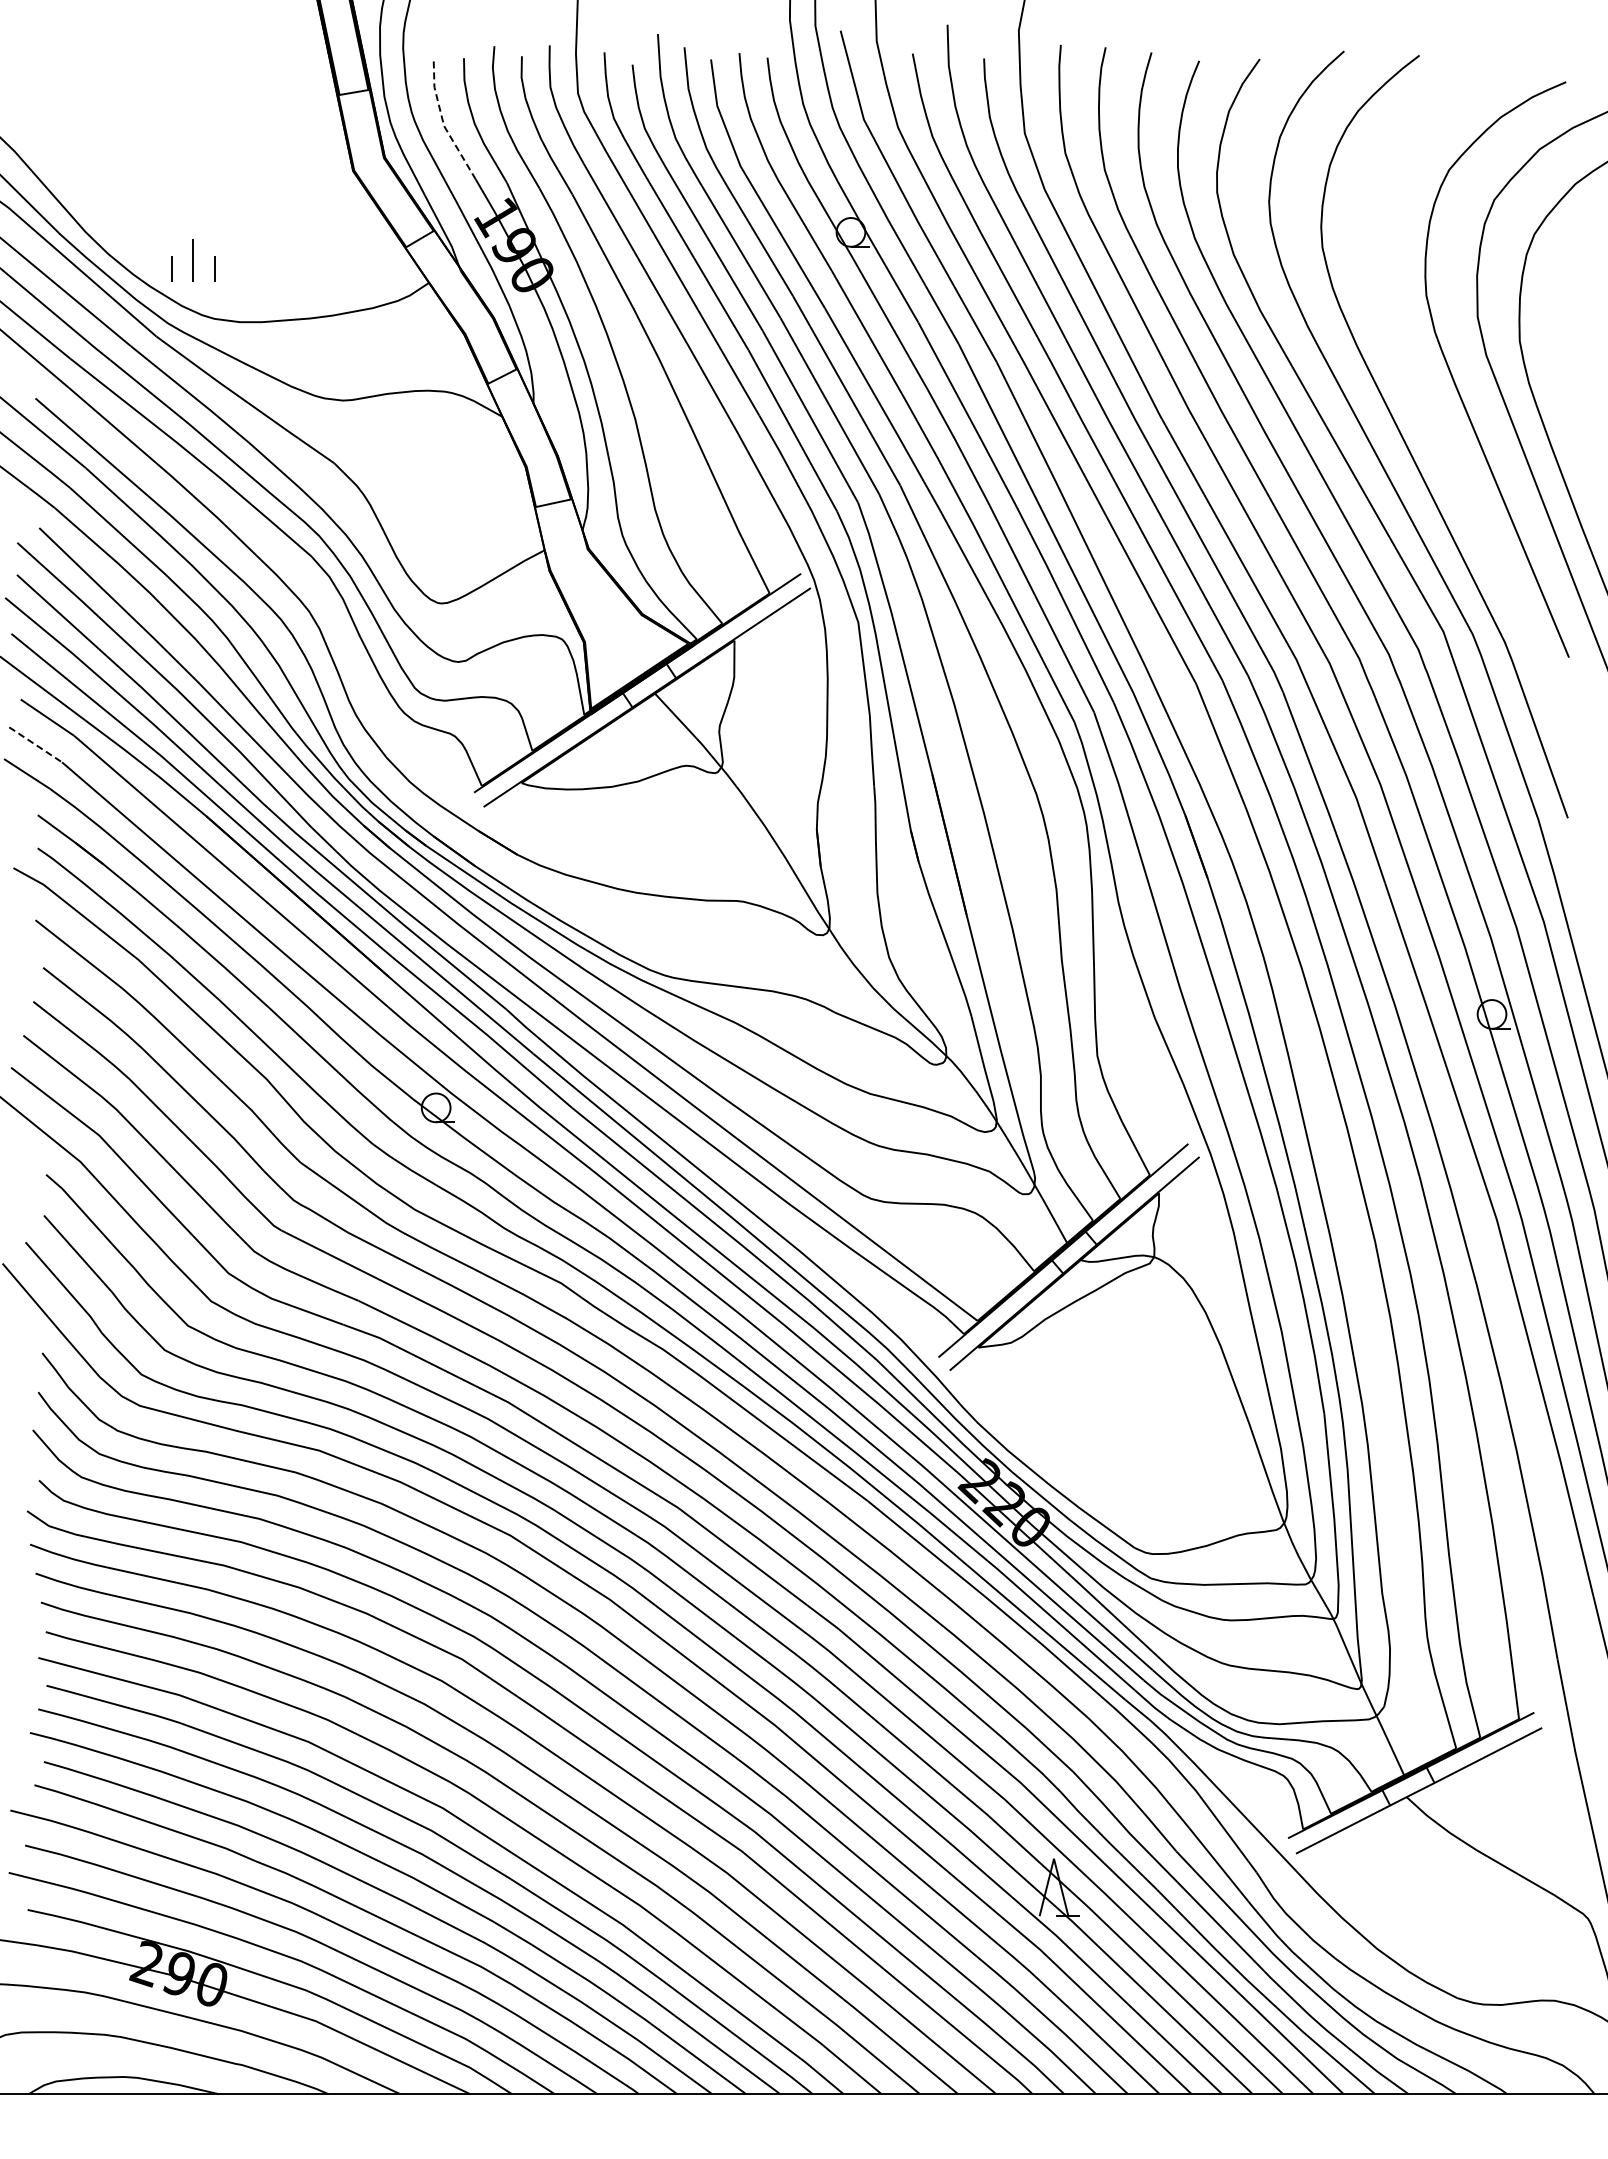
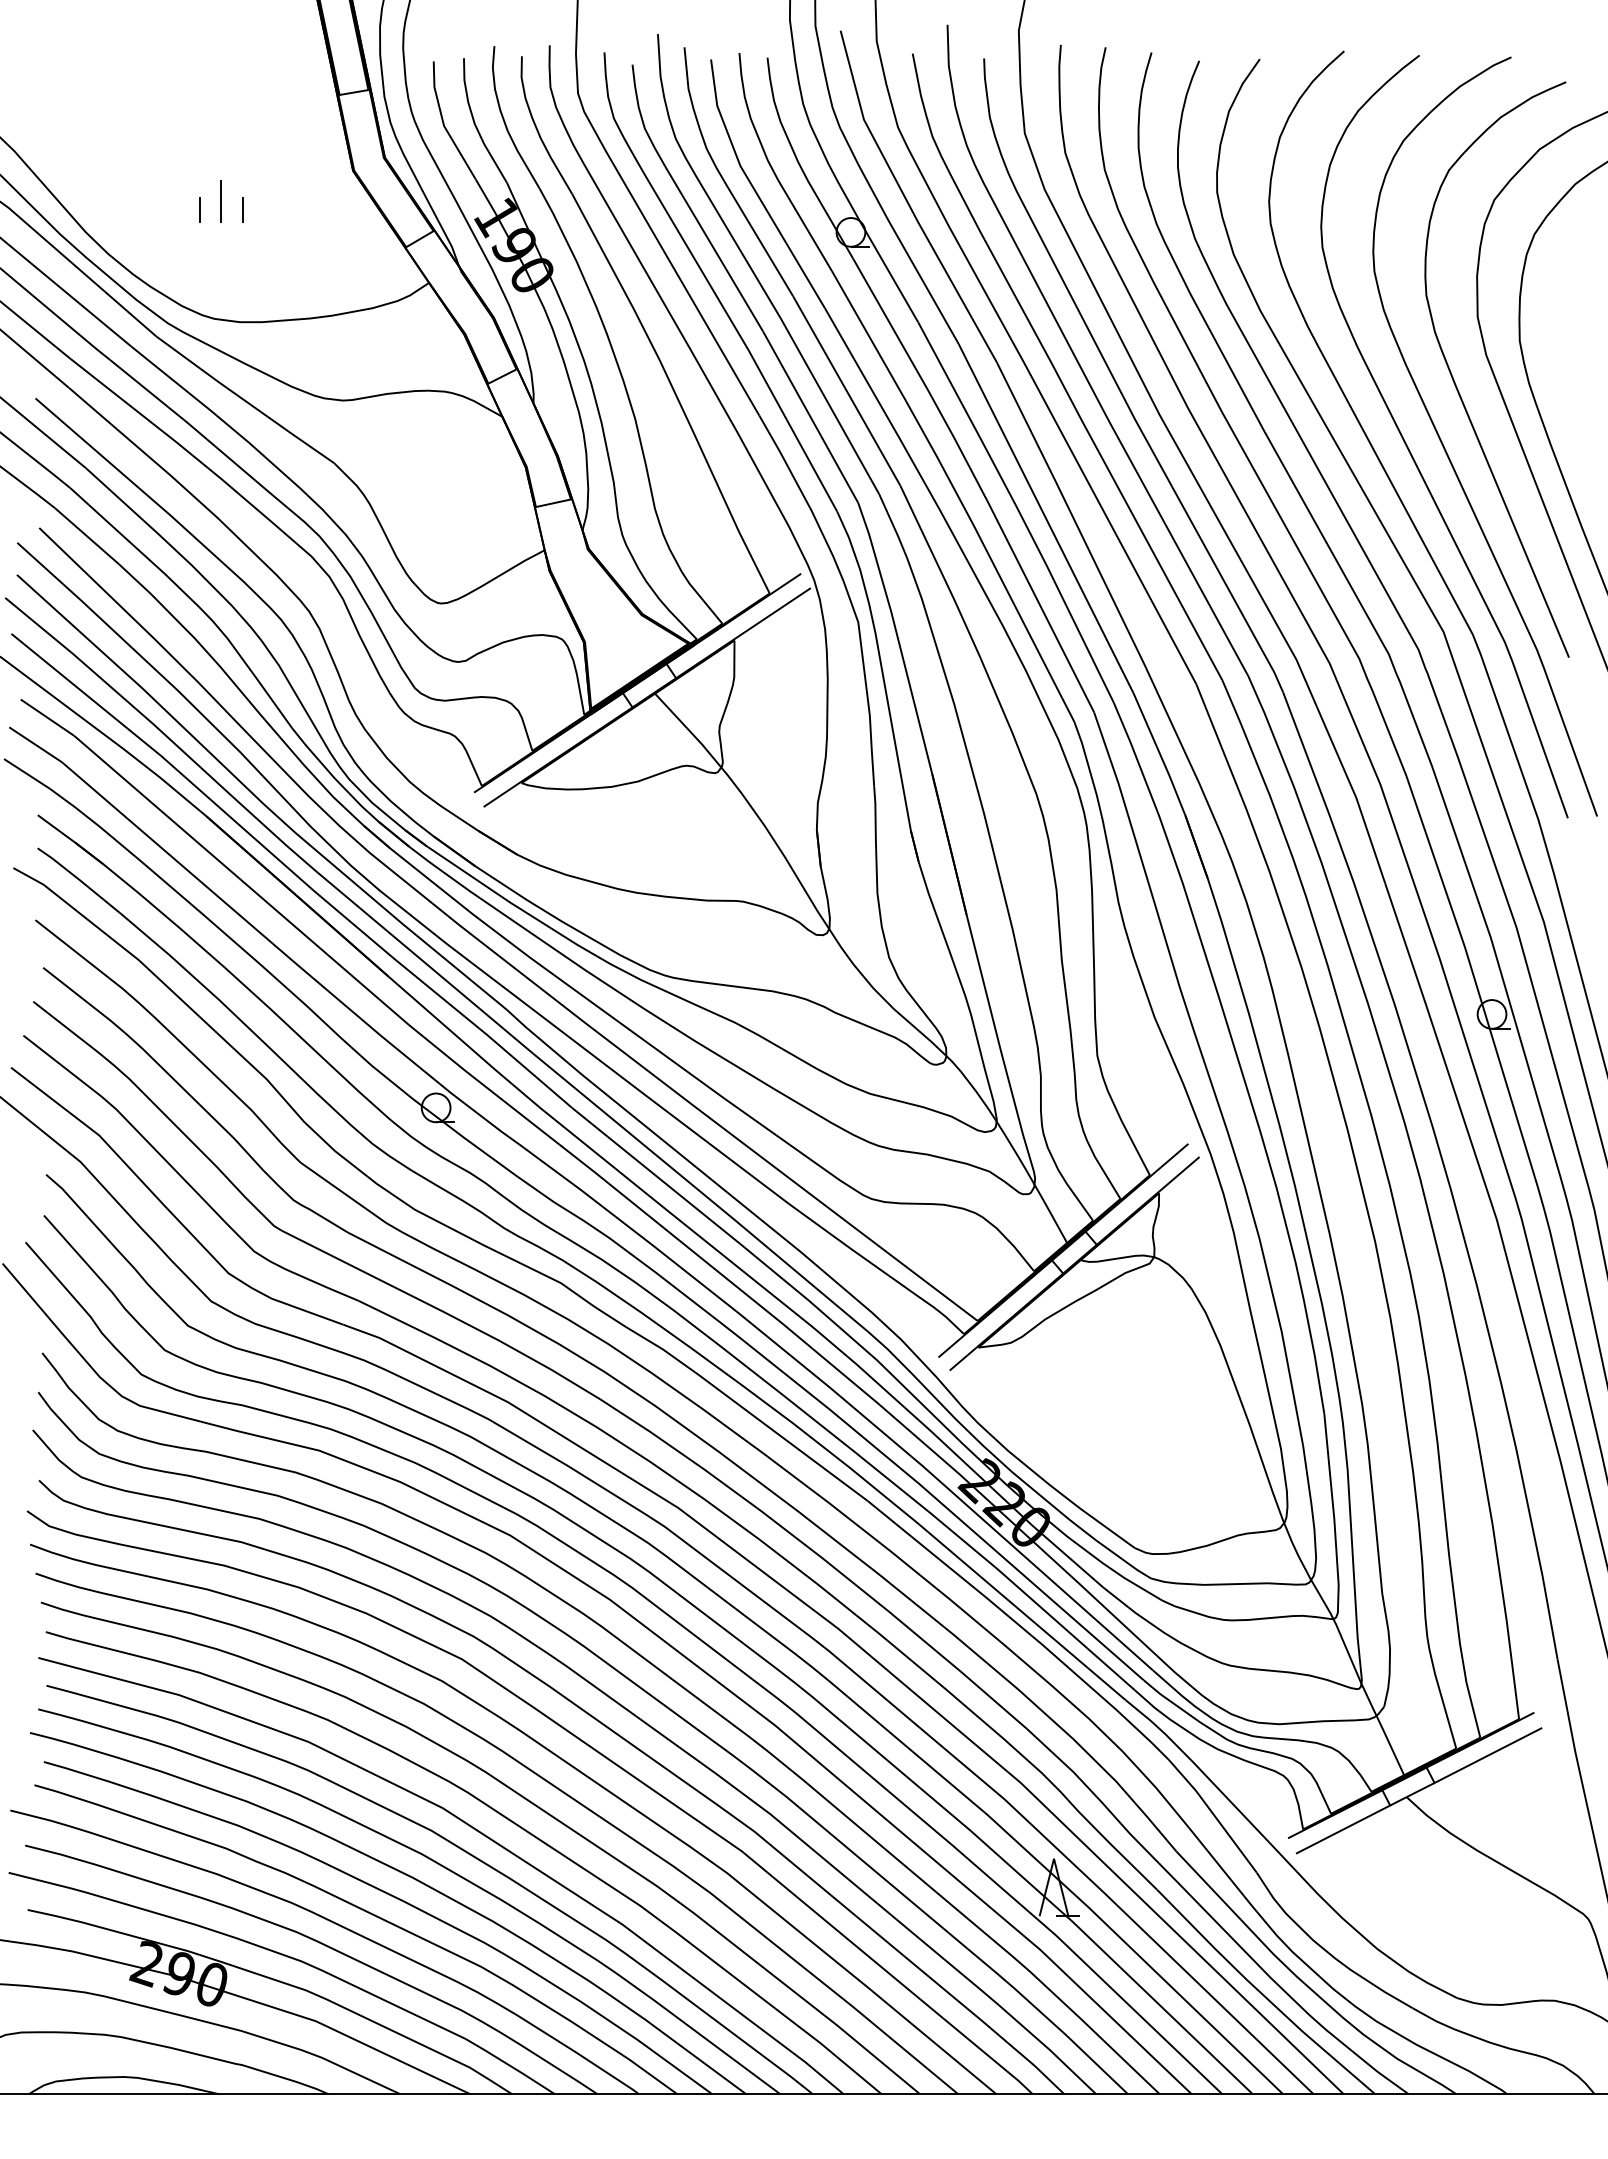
line at (443, 124): dashed -> solid
part at (193, 260) position: (193, 260) -> (221, 201)
curve at (1448, 454): none -> present
line at (35, 744): dashed -> solid
